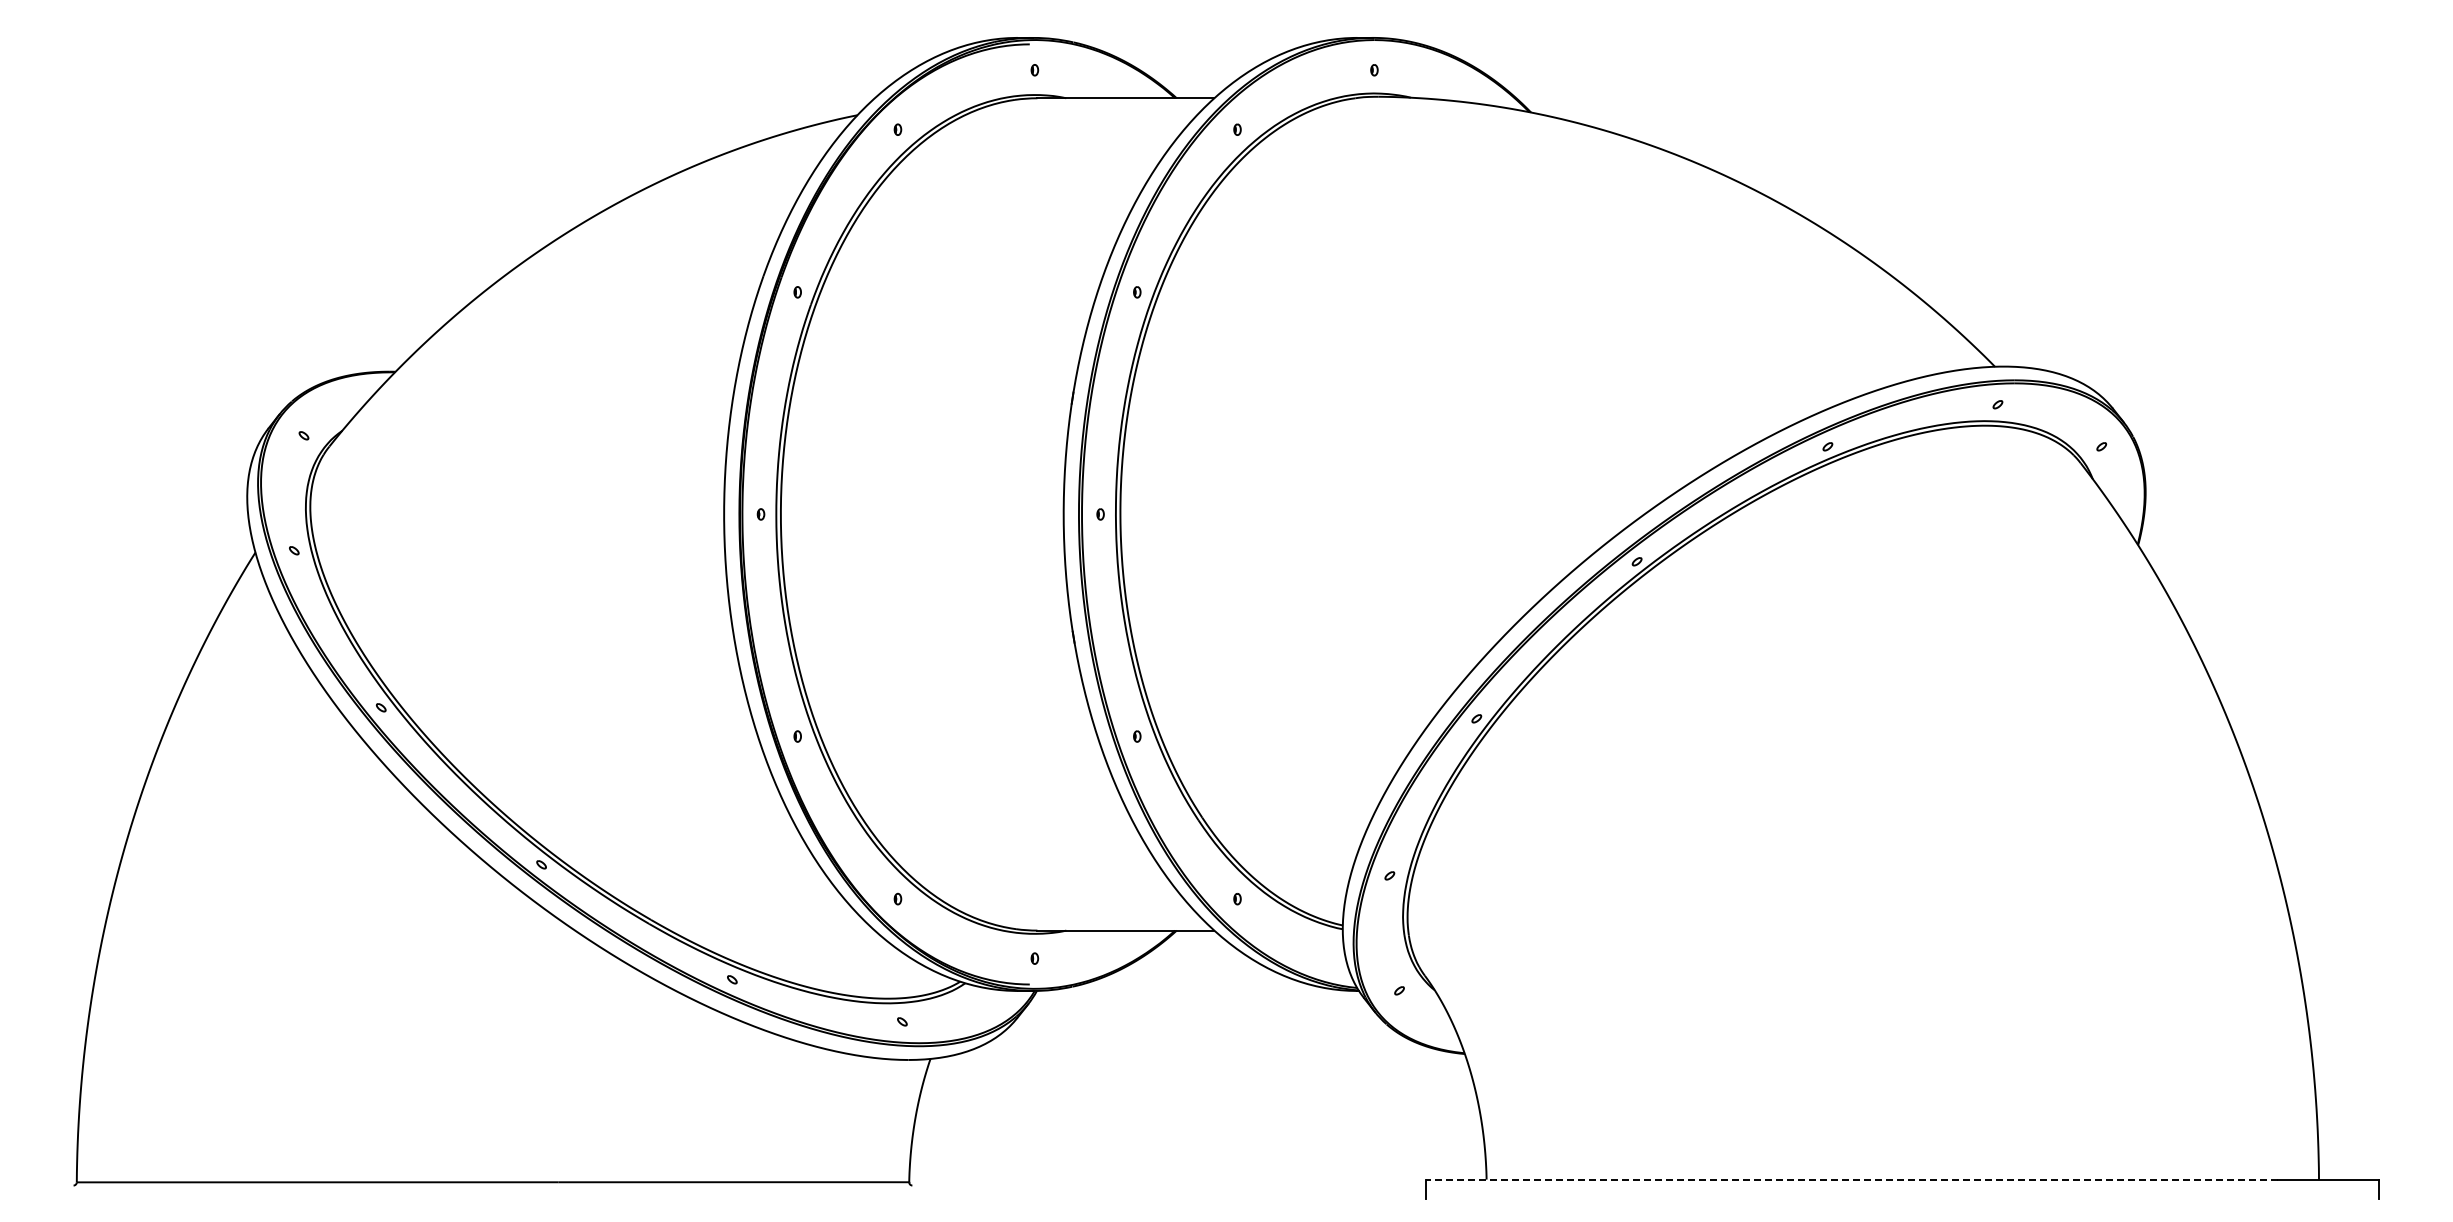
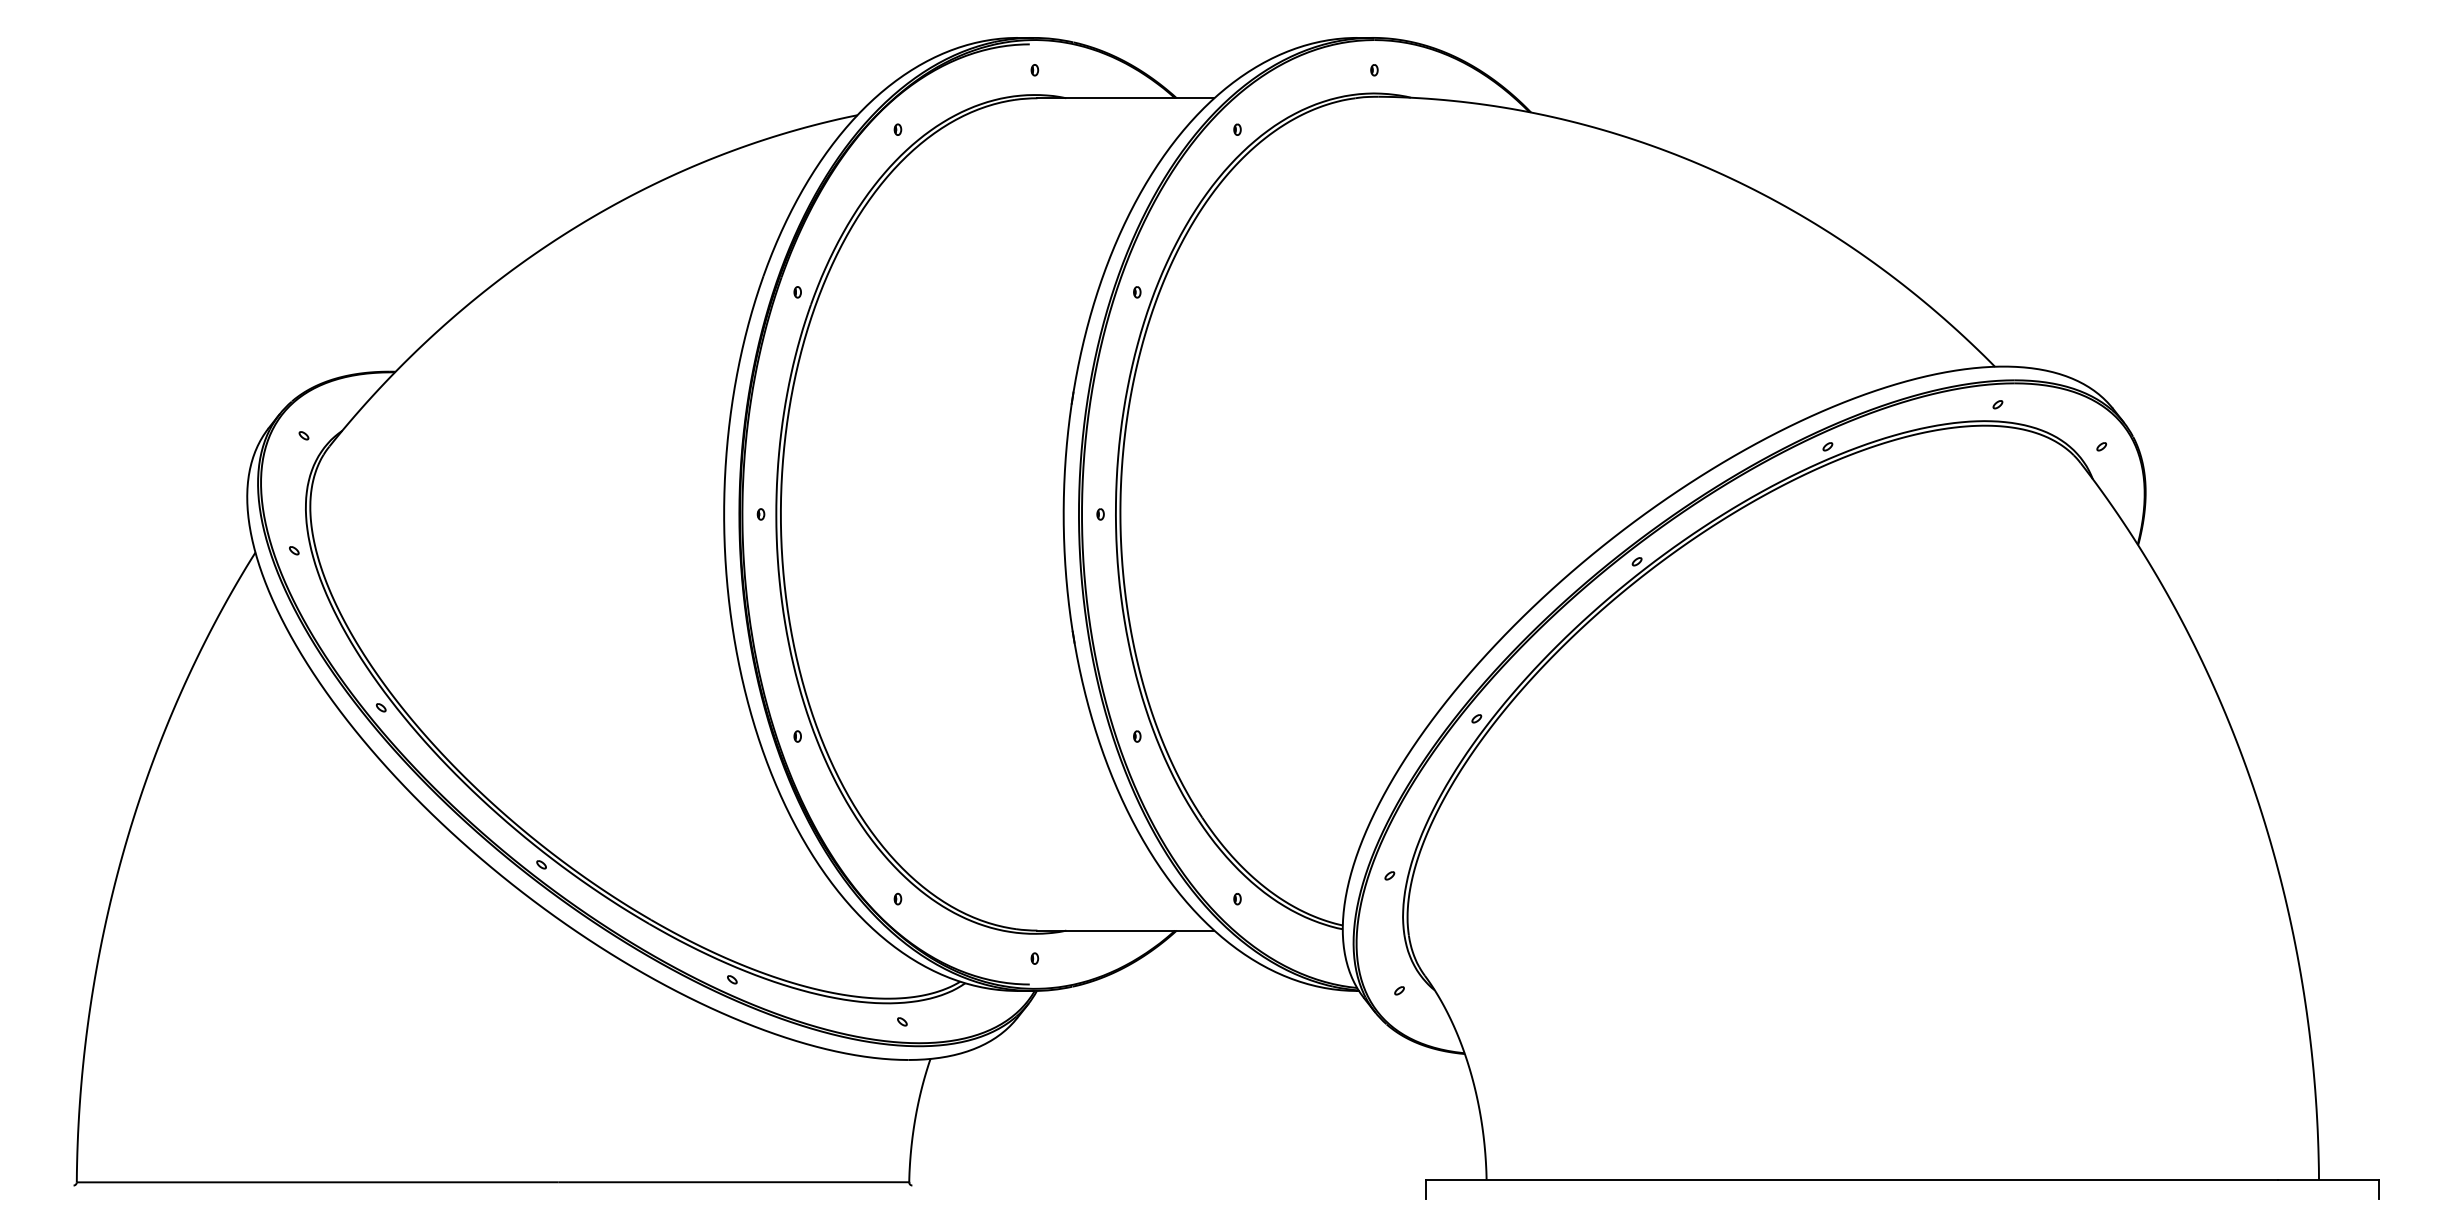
line at (1852, 1179): dashed -> solid
